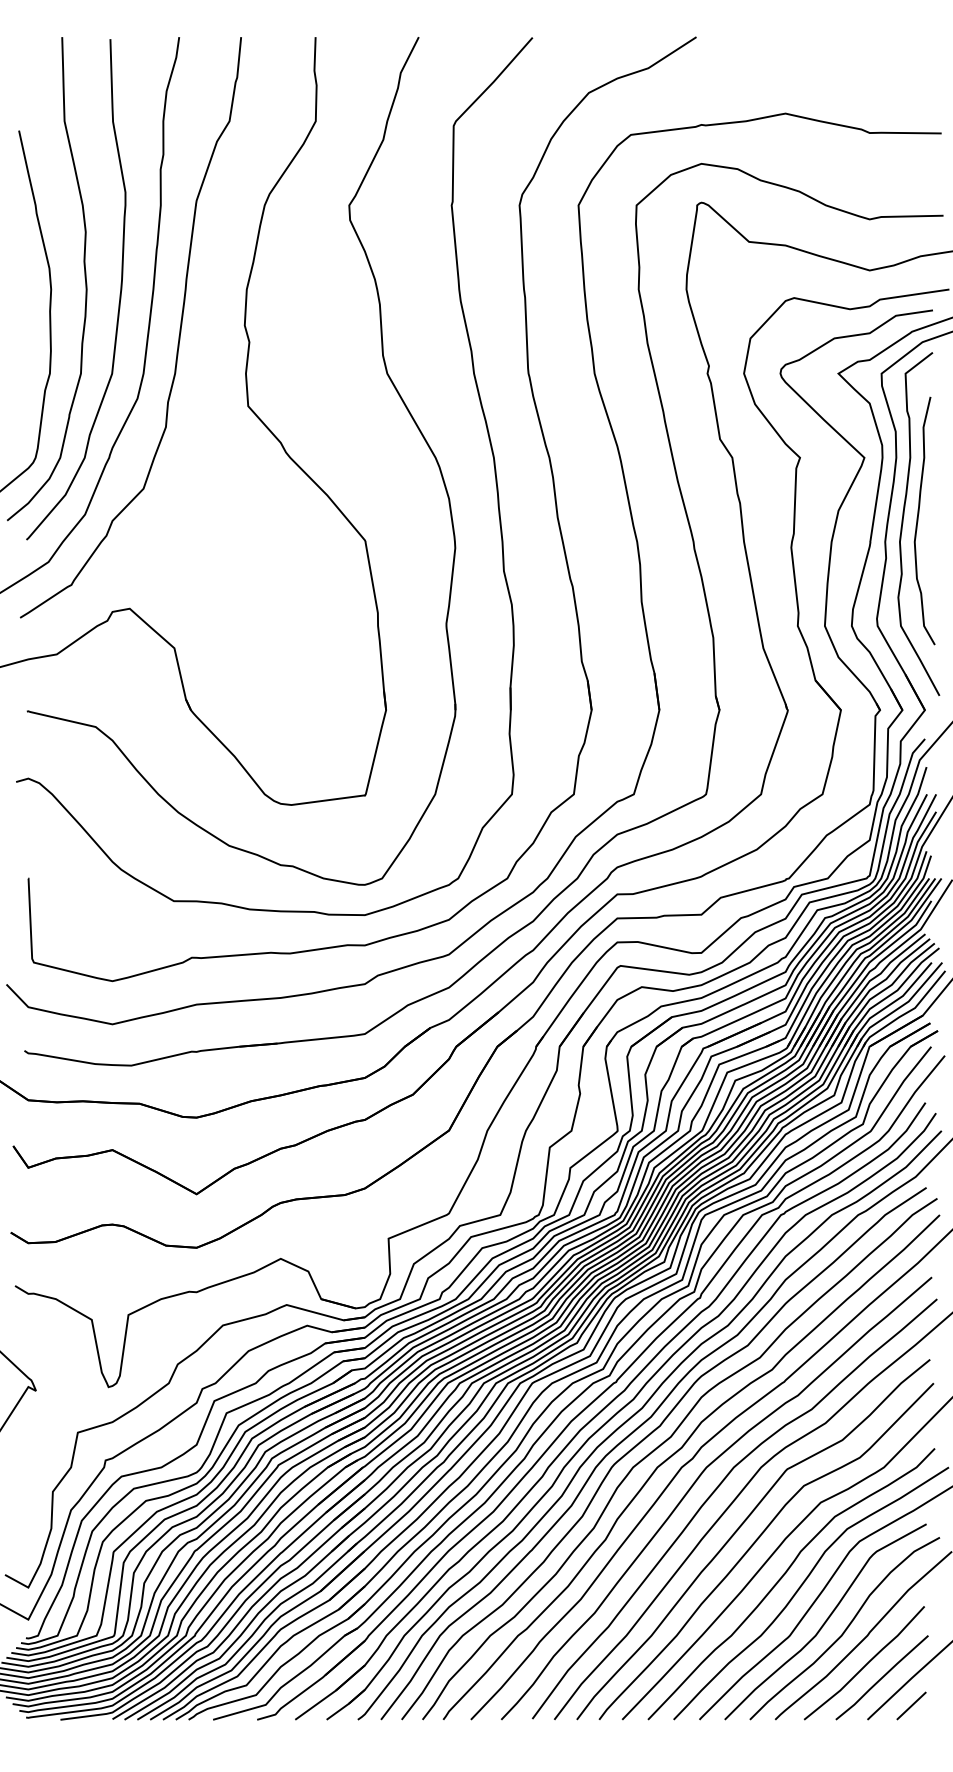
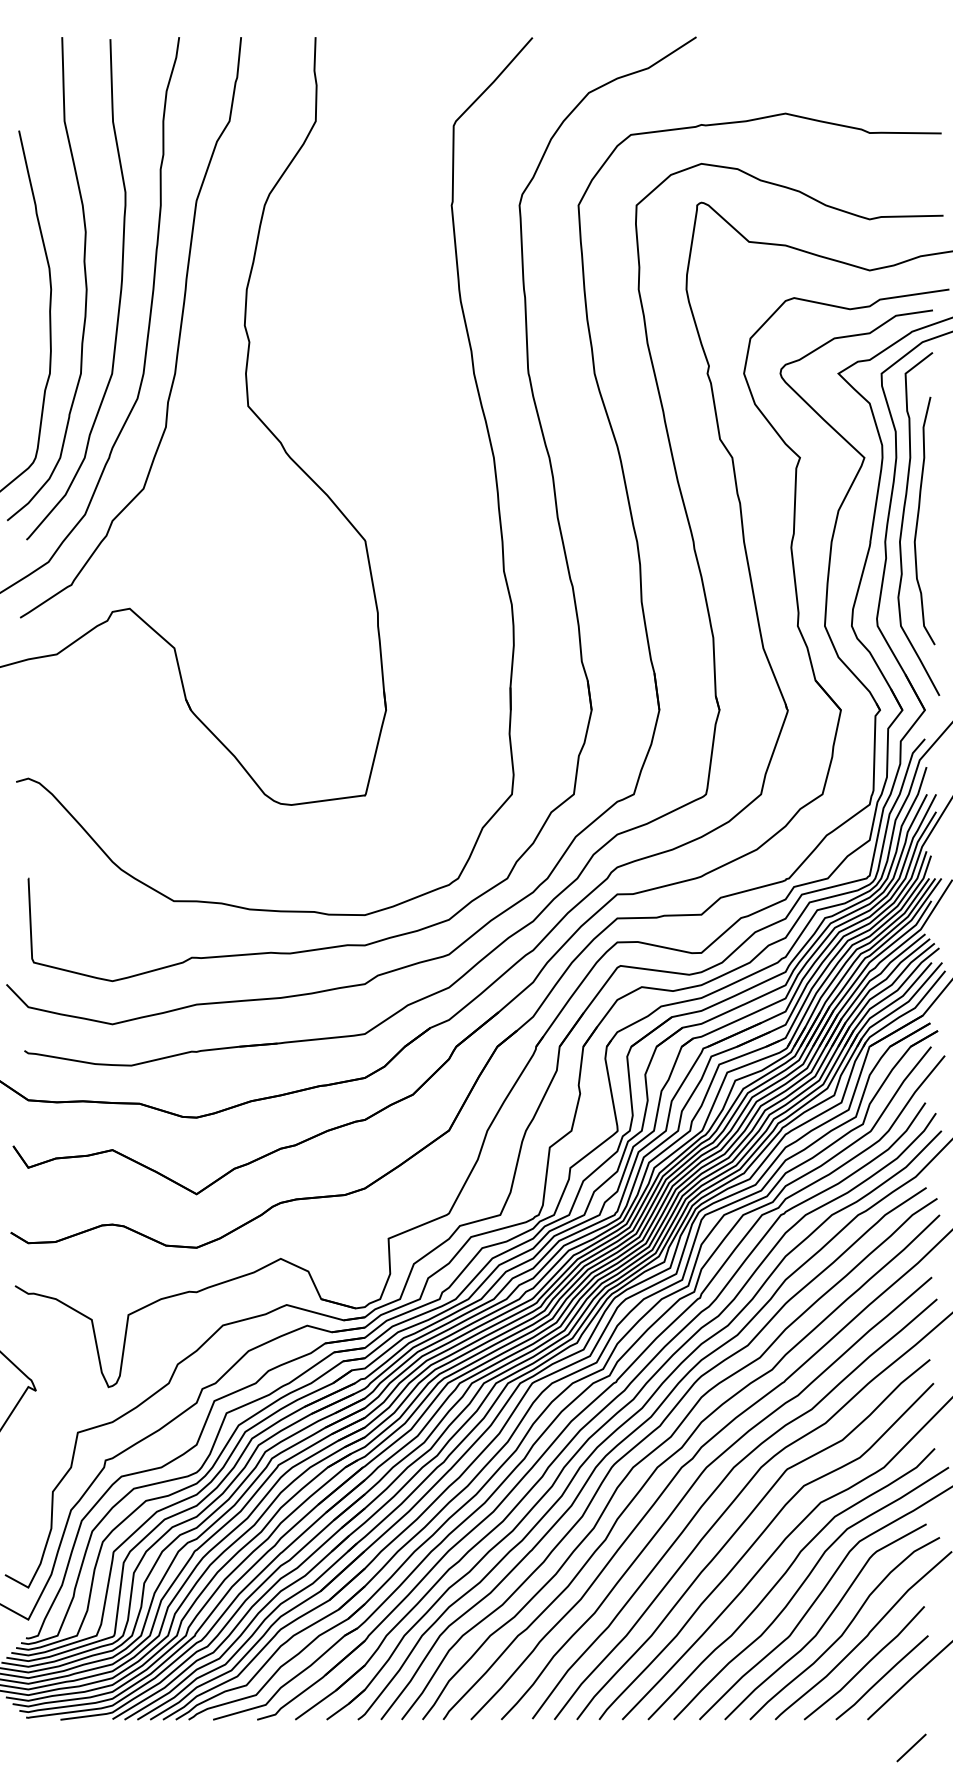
part at (387, 376): present -> none
line at (911, 1705) position: (911, 1705) -> (911, 1747)
